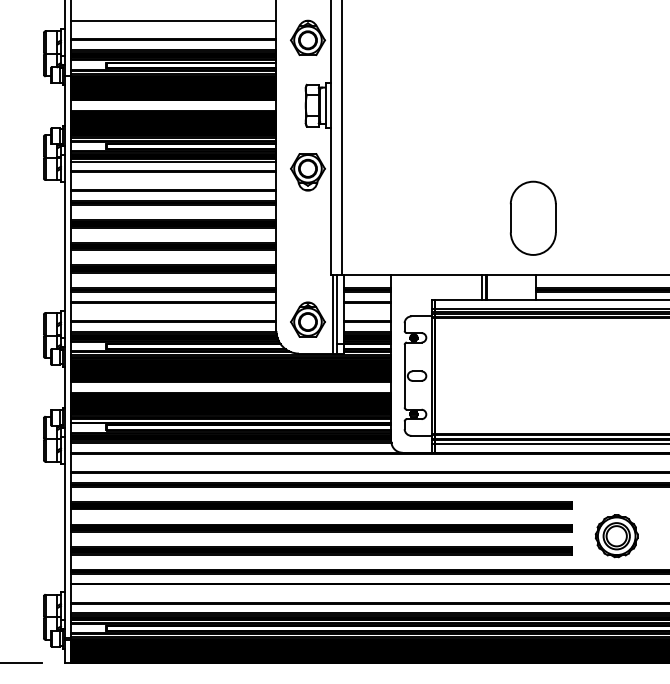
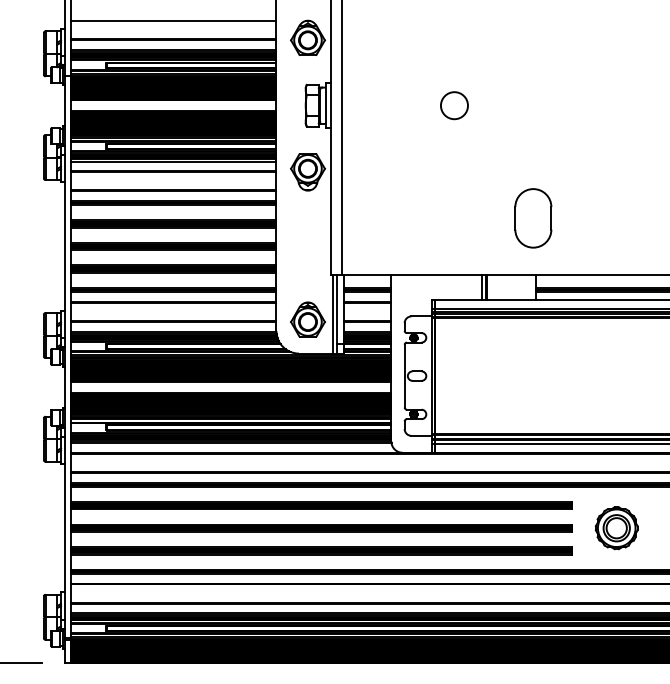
circle at (454, 105): none -> present
part at (532, 217) size: 48x76 px -> 39x61 px
part at (616, 536) position: (616, 536) -> (616, 528)
